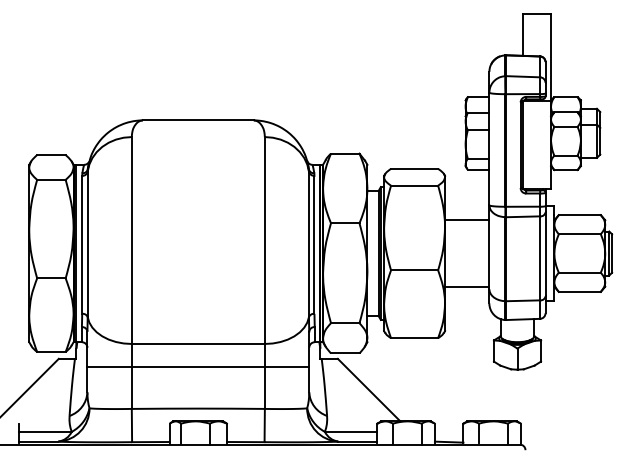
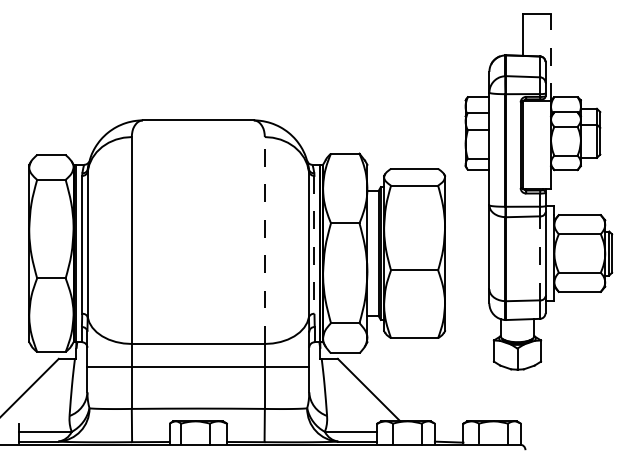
line at (551, 57): solid -> dashed
line at (467, 220): present -> none
line at (264, 240): solid -> dashed
line at (314, 244): solid -> dashed
line at (540, 258): solid -> dashed
line at (467, 286): present -> none
